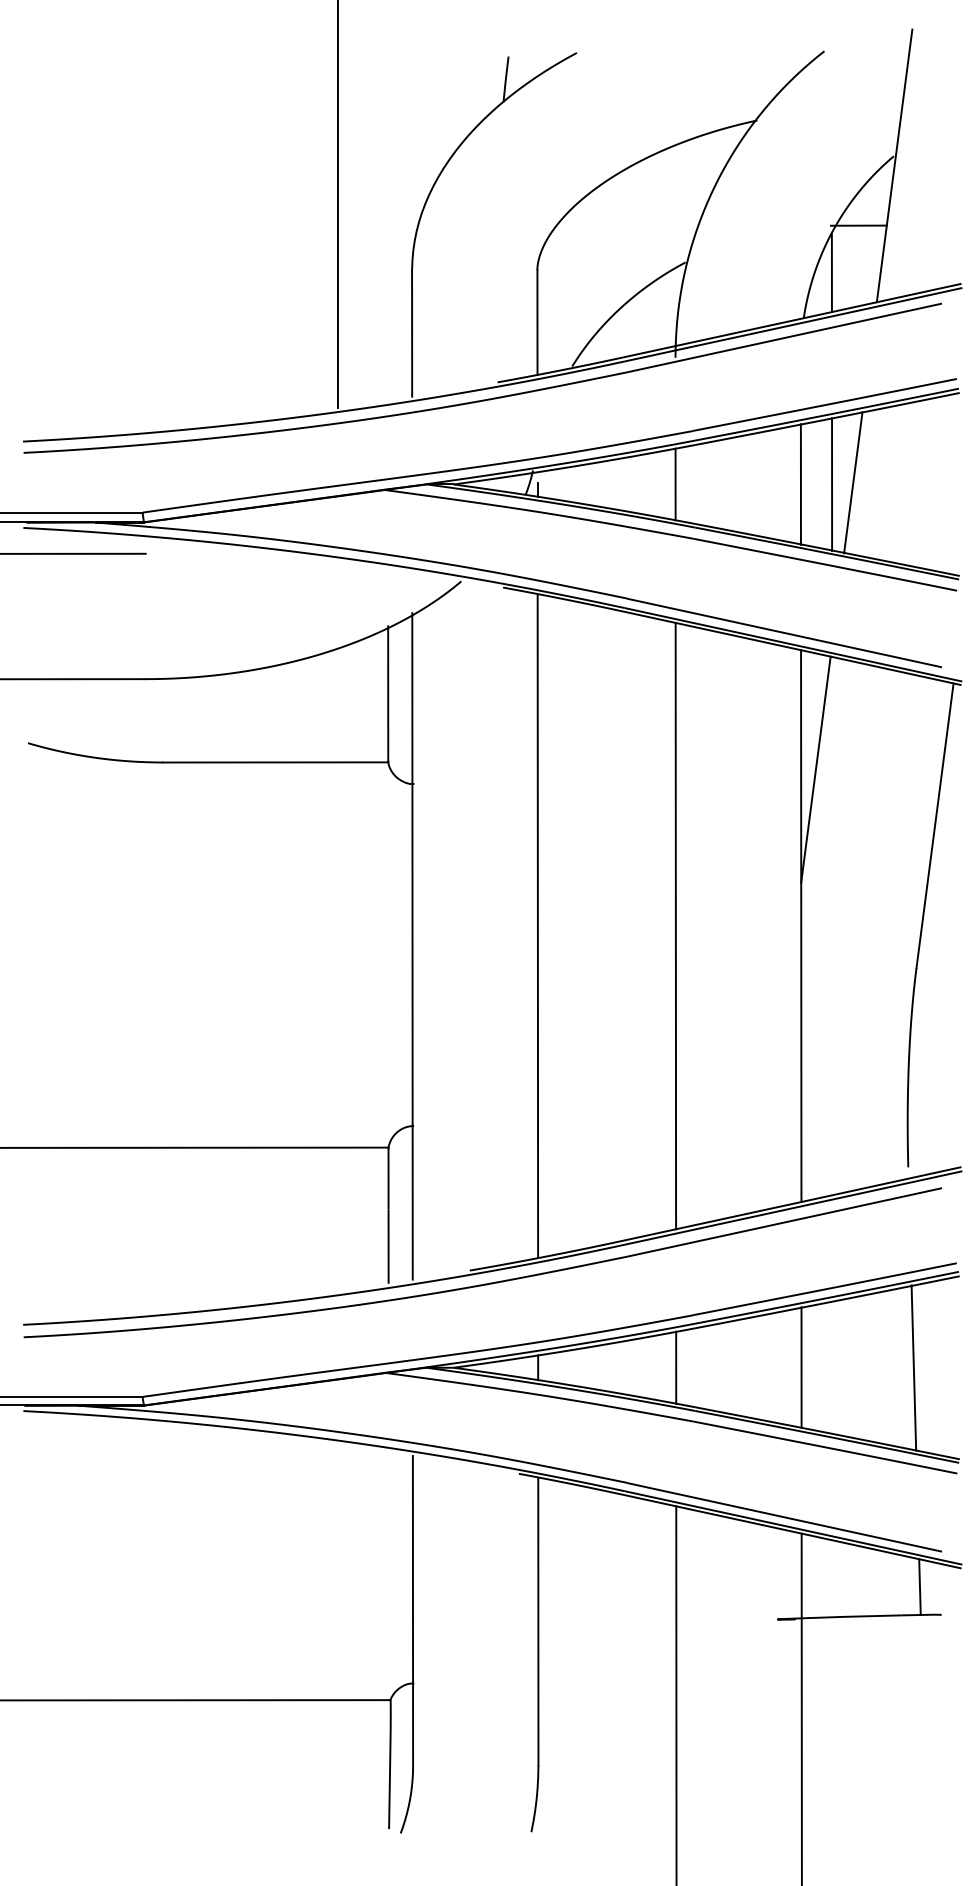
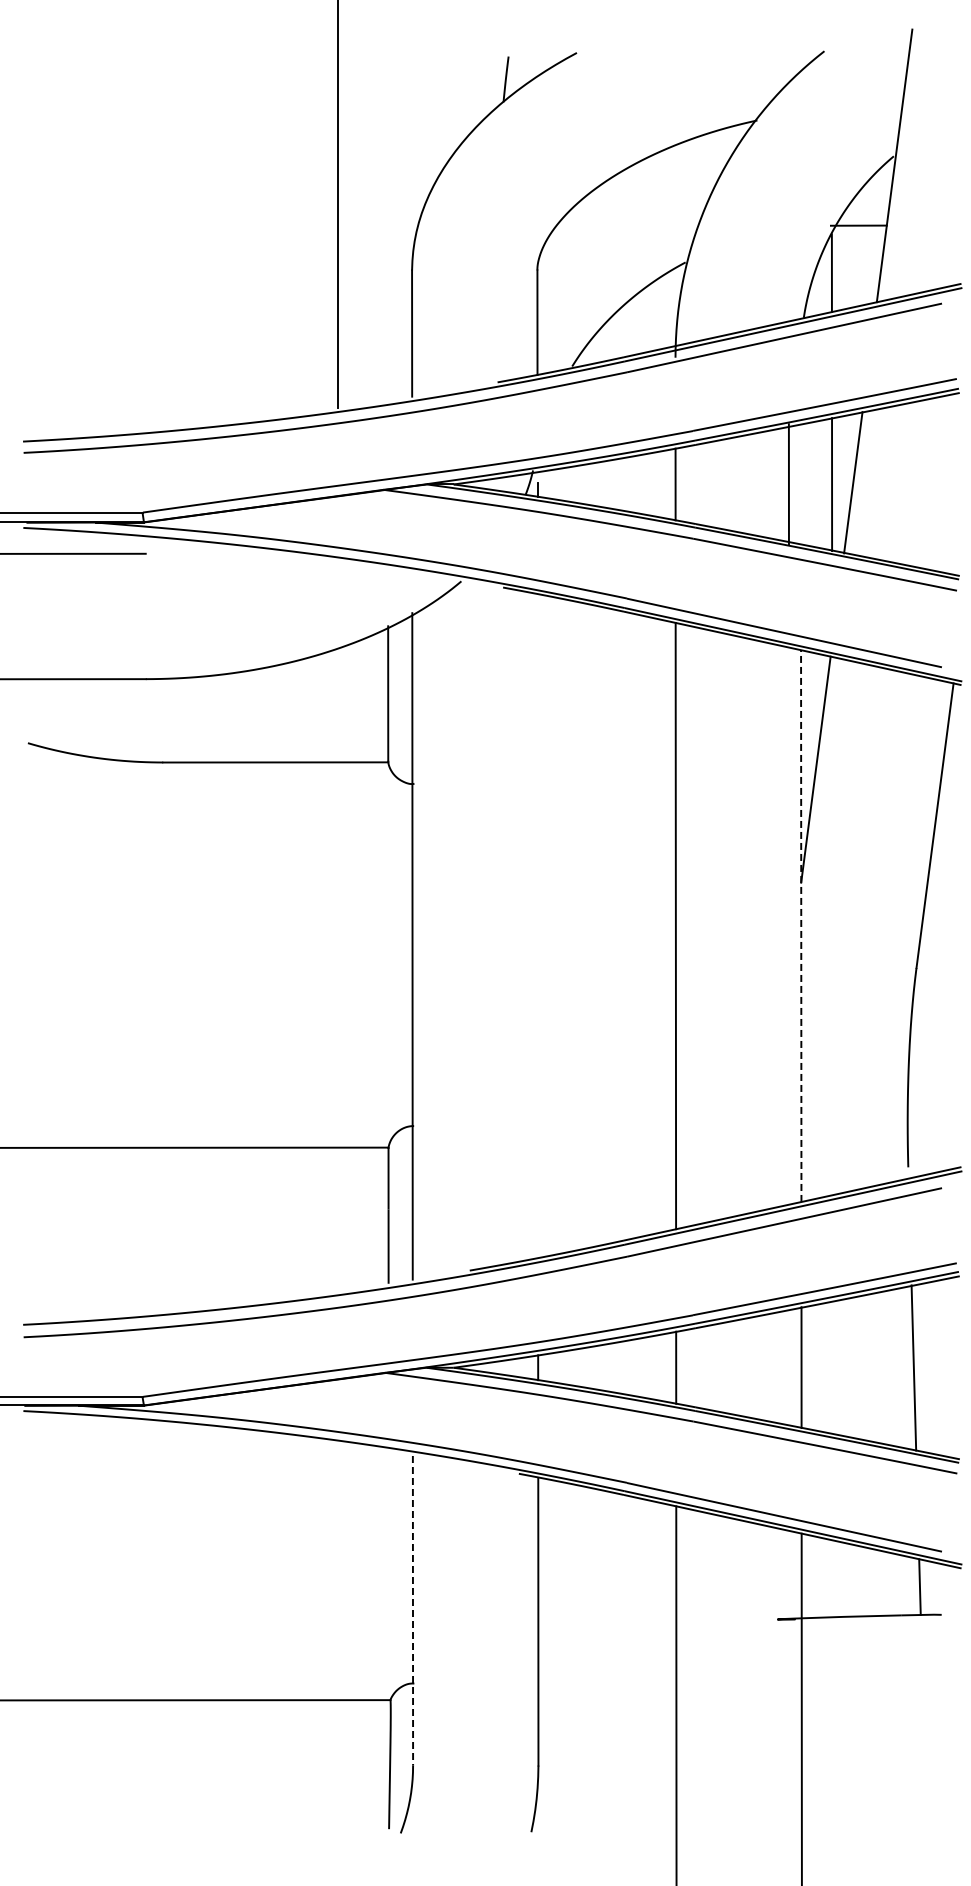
line at (800, 484) position: (800, 484) -> (788, 484)
line at (537, 925): present -> none
line at (801, 926): solid -> dashed
line at (412, 1610): solid -> dashed
